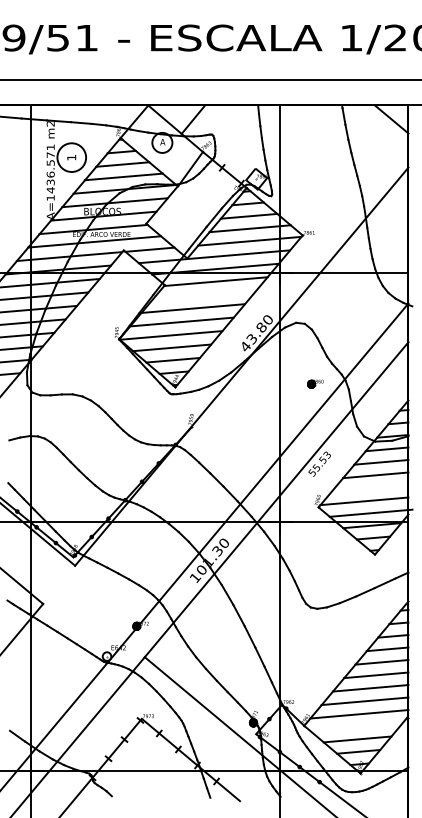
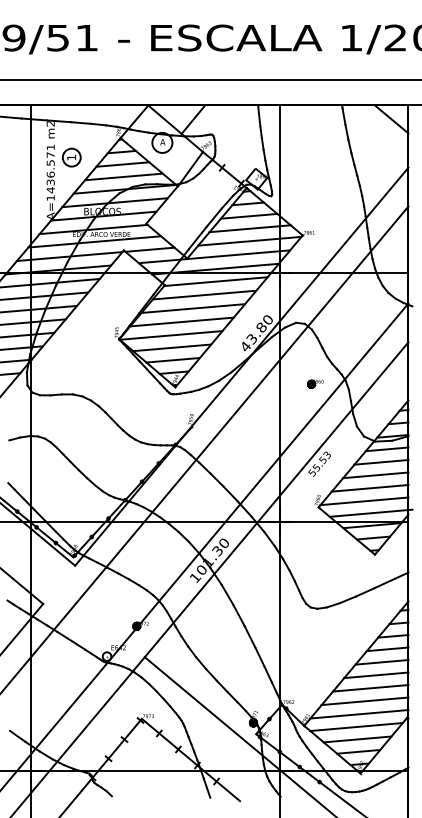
circle at (71, 157) diameter: 29 px -> 18 px
line at (204, 294): none -> present
line at (205, 448): none -> present
line at (369, 488): none -> present
line at (356, 727): none -> present
